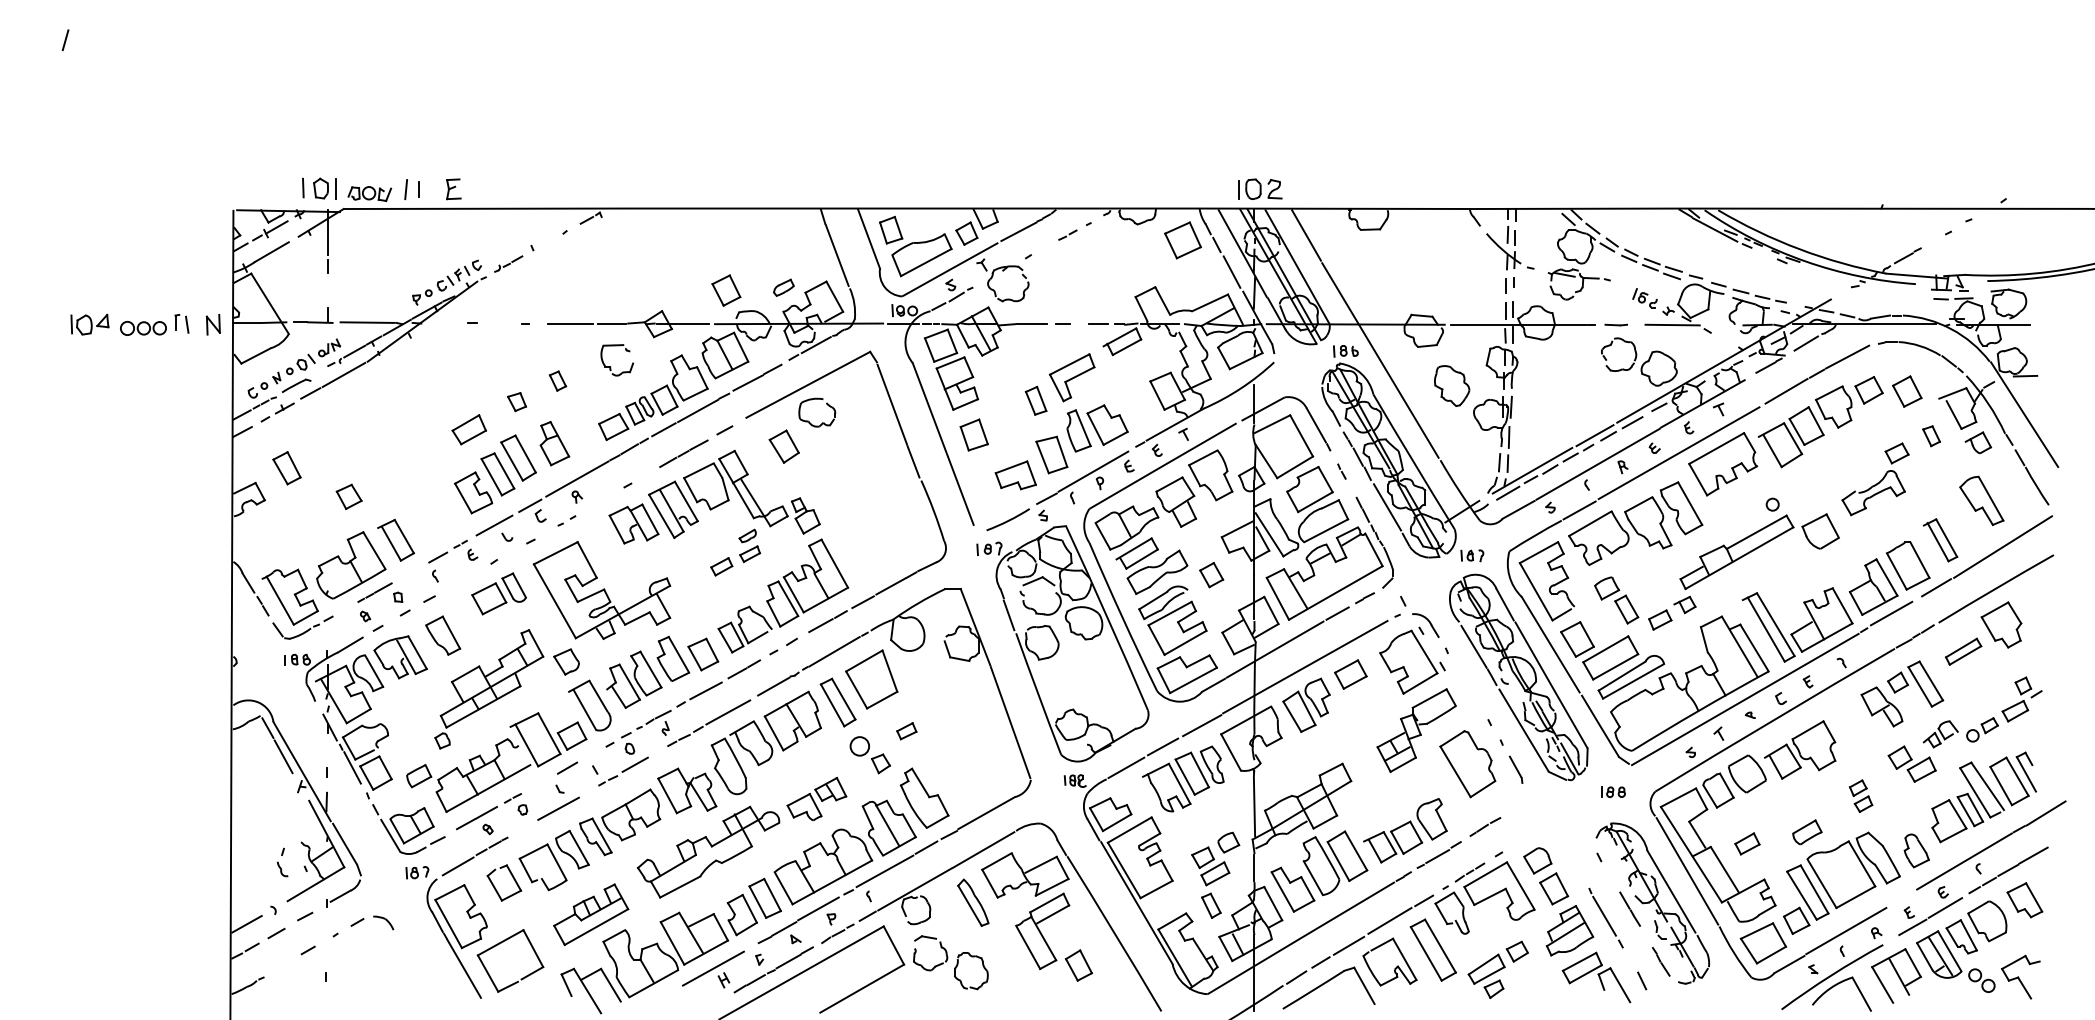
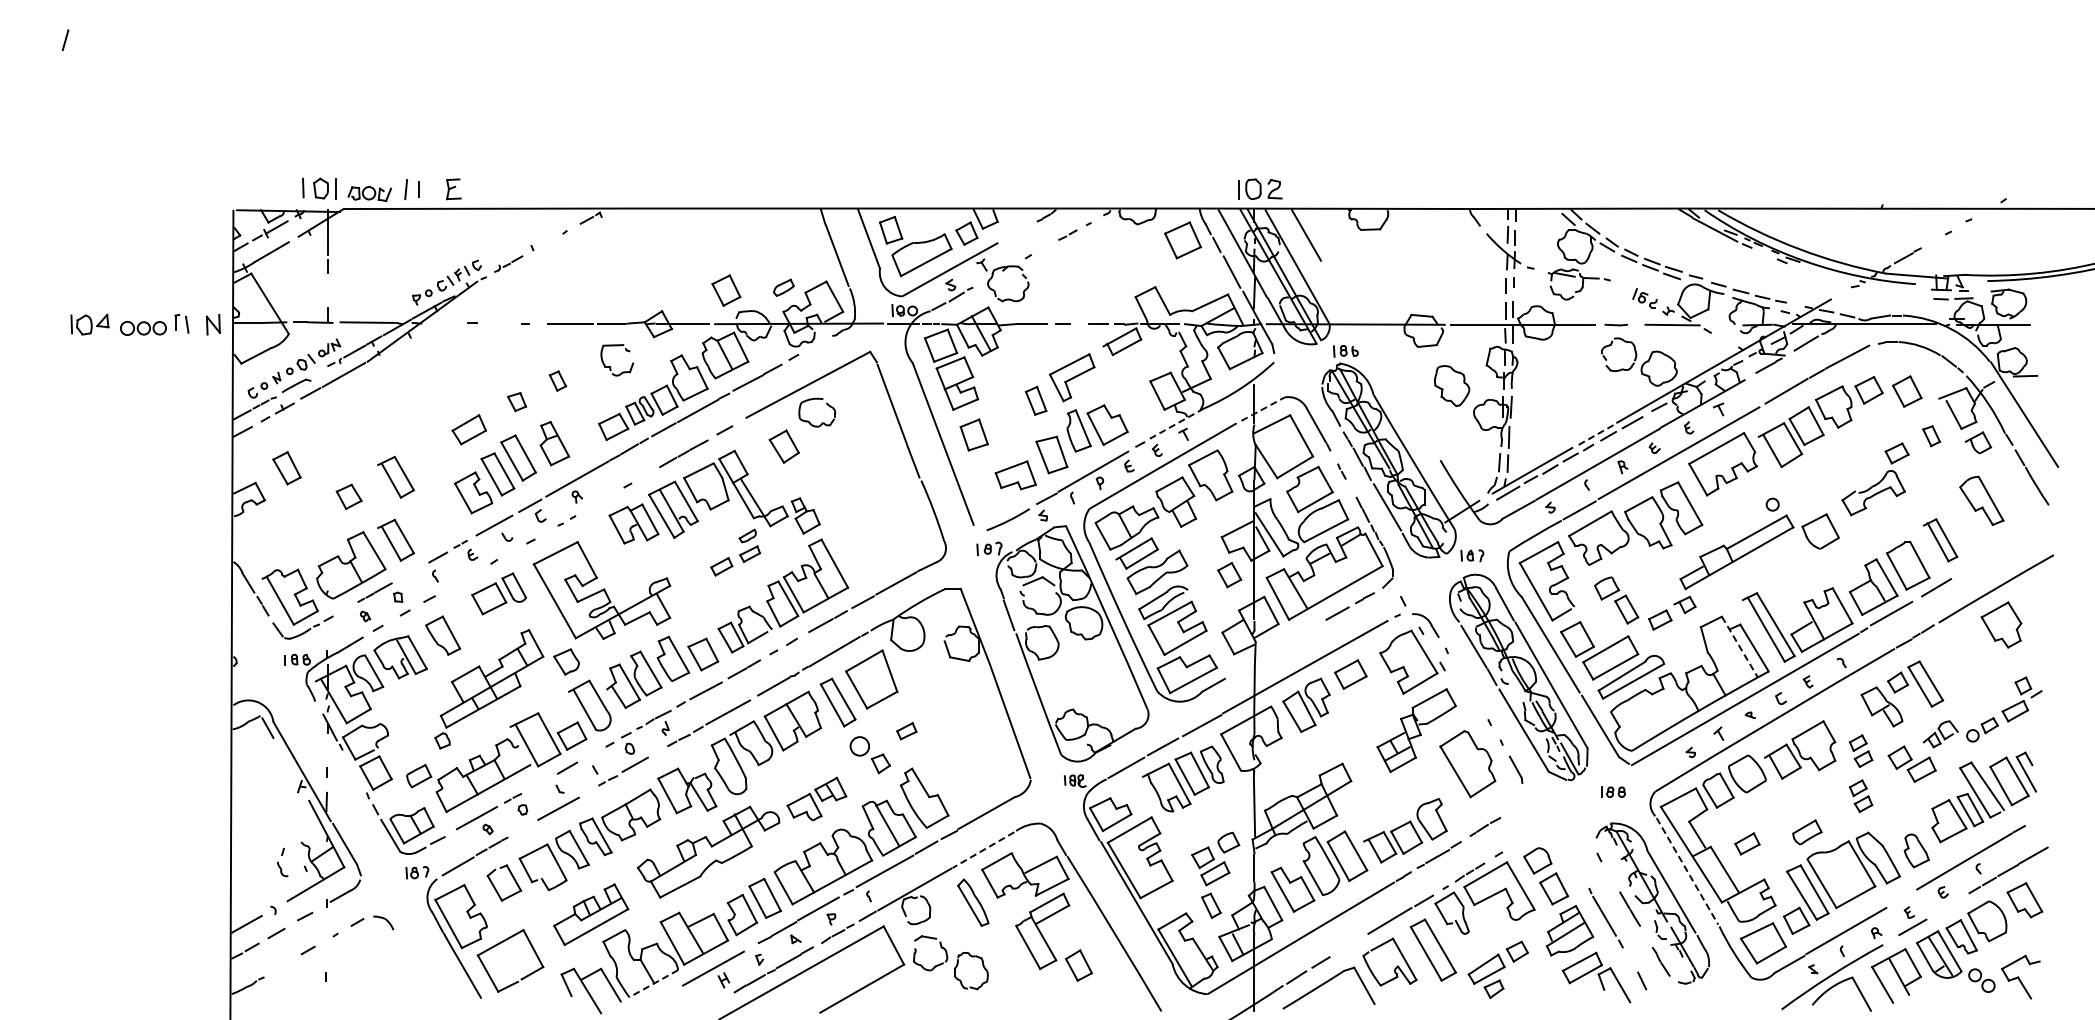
line at (1018, 231): present -> none
line at (815, 345): present -> none
line at (1380, 360): present -> none
arc at (1263, 409): solid -> dashed
line at (1175, 424): solid -> dashed
line at (1594, 435): solid -> dashed
part at (395, 476): none -> present
line at (2003, 546): present -> none
part at (1211, 575) position: (1211, 575) -> (1229, 575)
line at (1740, 647): solid -> dashed
line at (1274, 649): present -> none
part at (1963, 651): present -> none
part at (1861, 750): none -> present
line at (283, 756): present -> none
line at (352, 767): present -> none
line at (2045, 813): present -> none
line at (983, 850): solid -> dashed
line at (1687, 871): solid -> dashed
line at (1945, 907): present -> none
line at (1348, 945): present -> none
line at (653, 983): solid -> dashed
